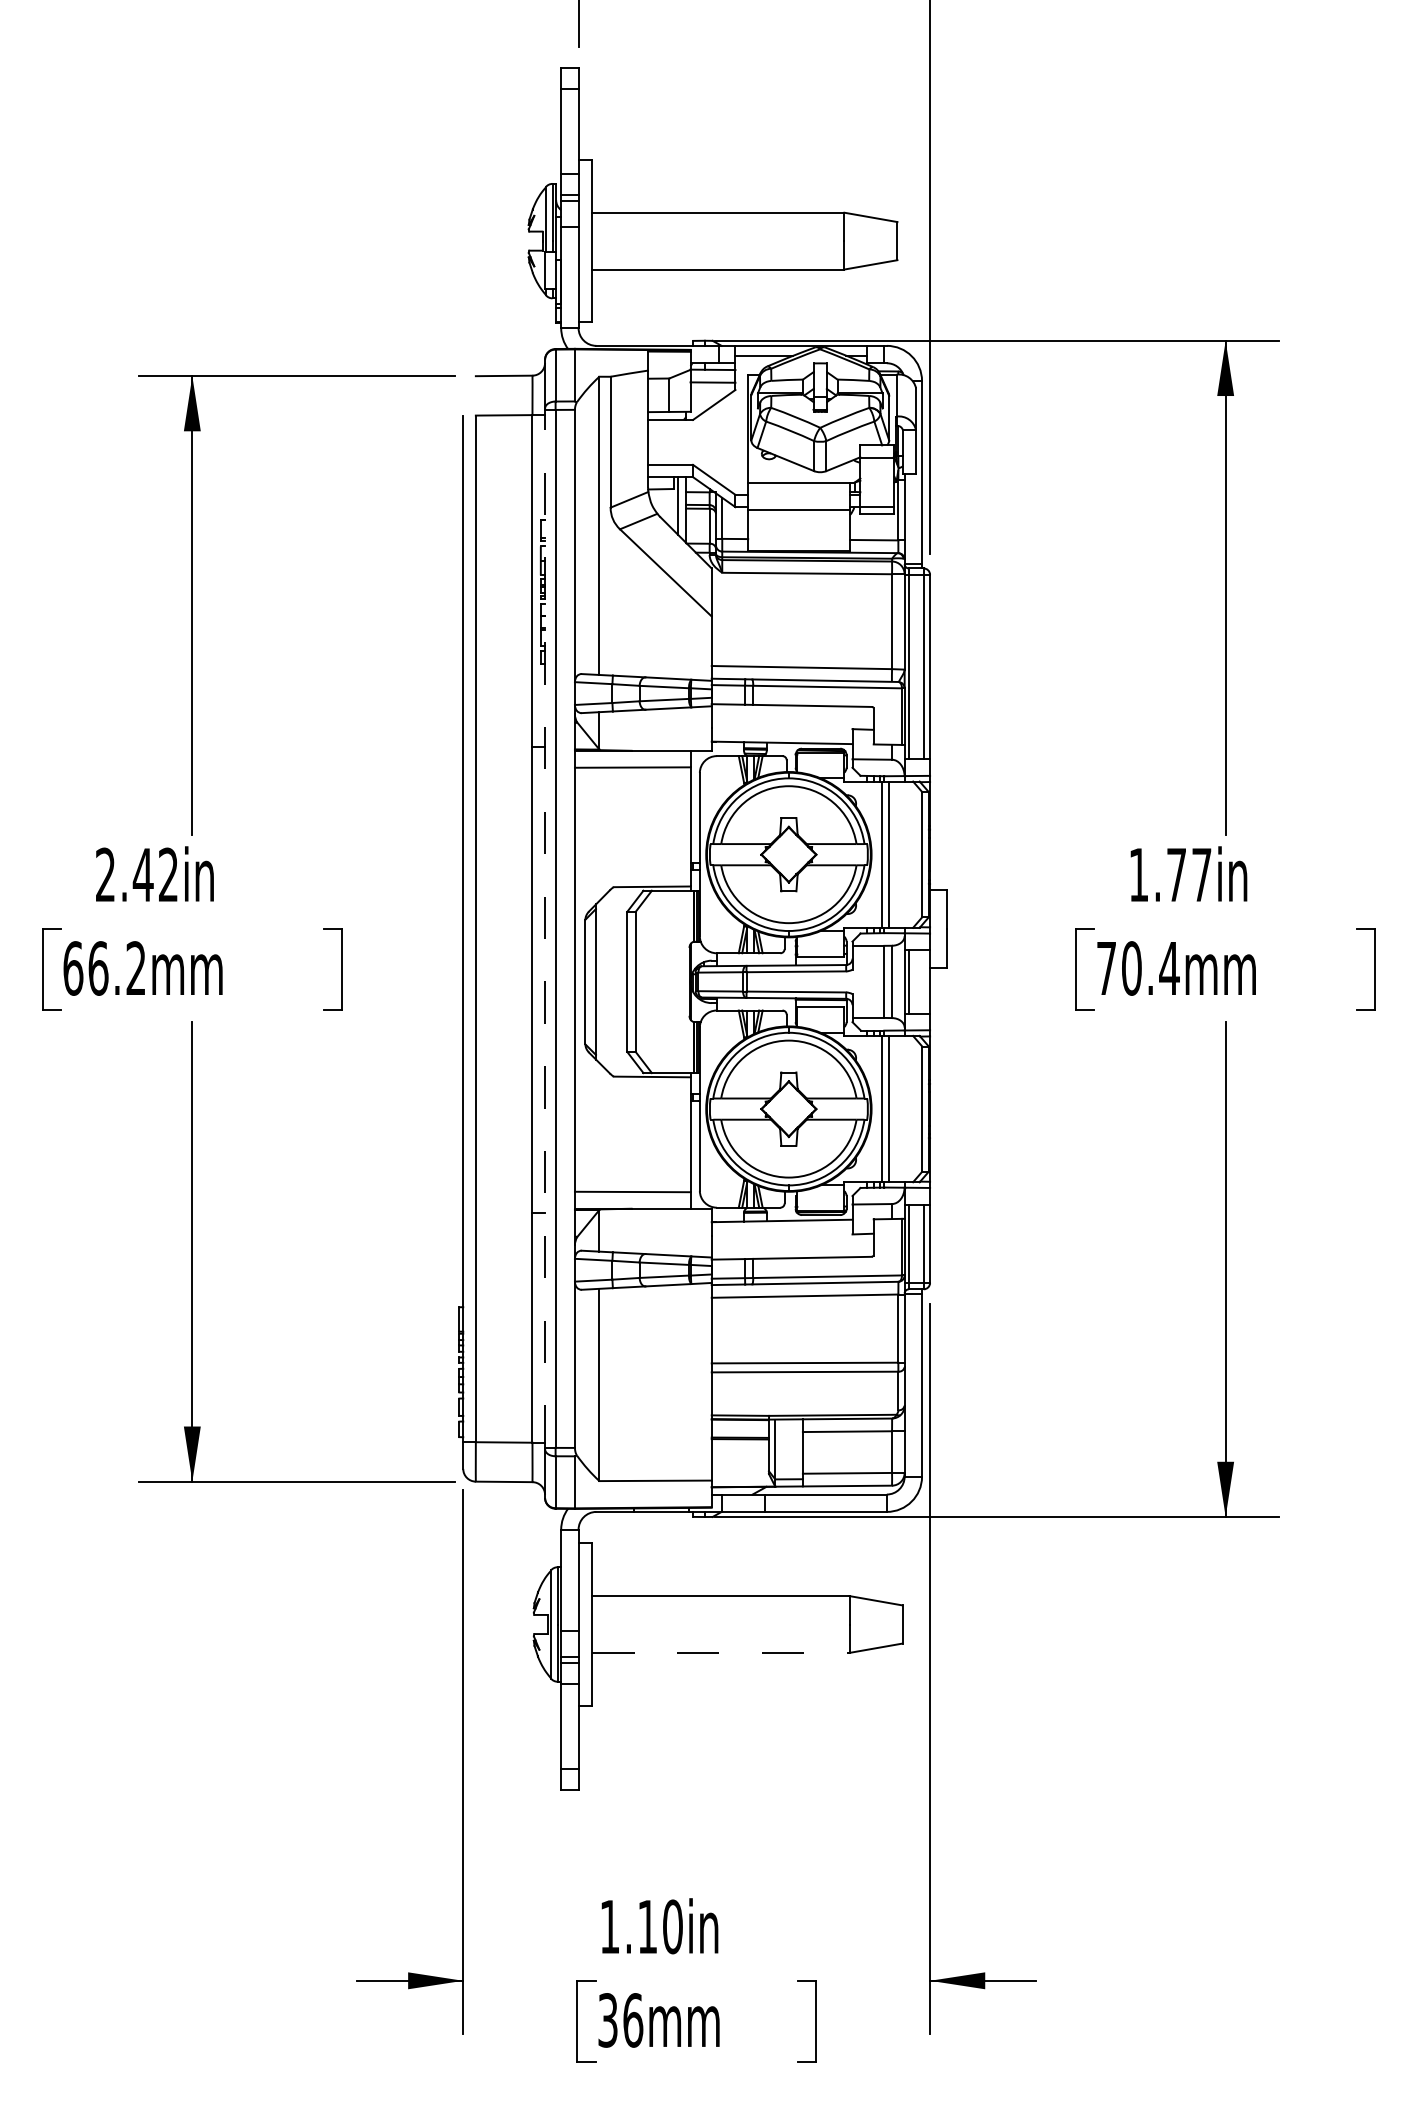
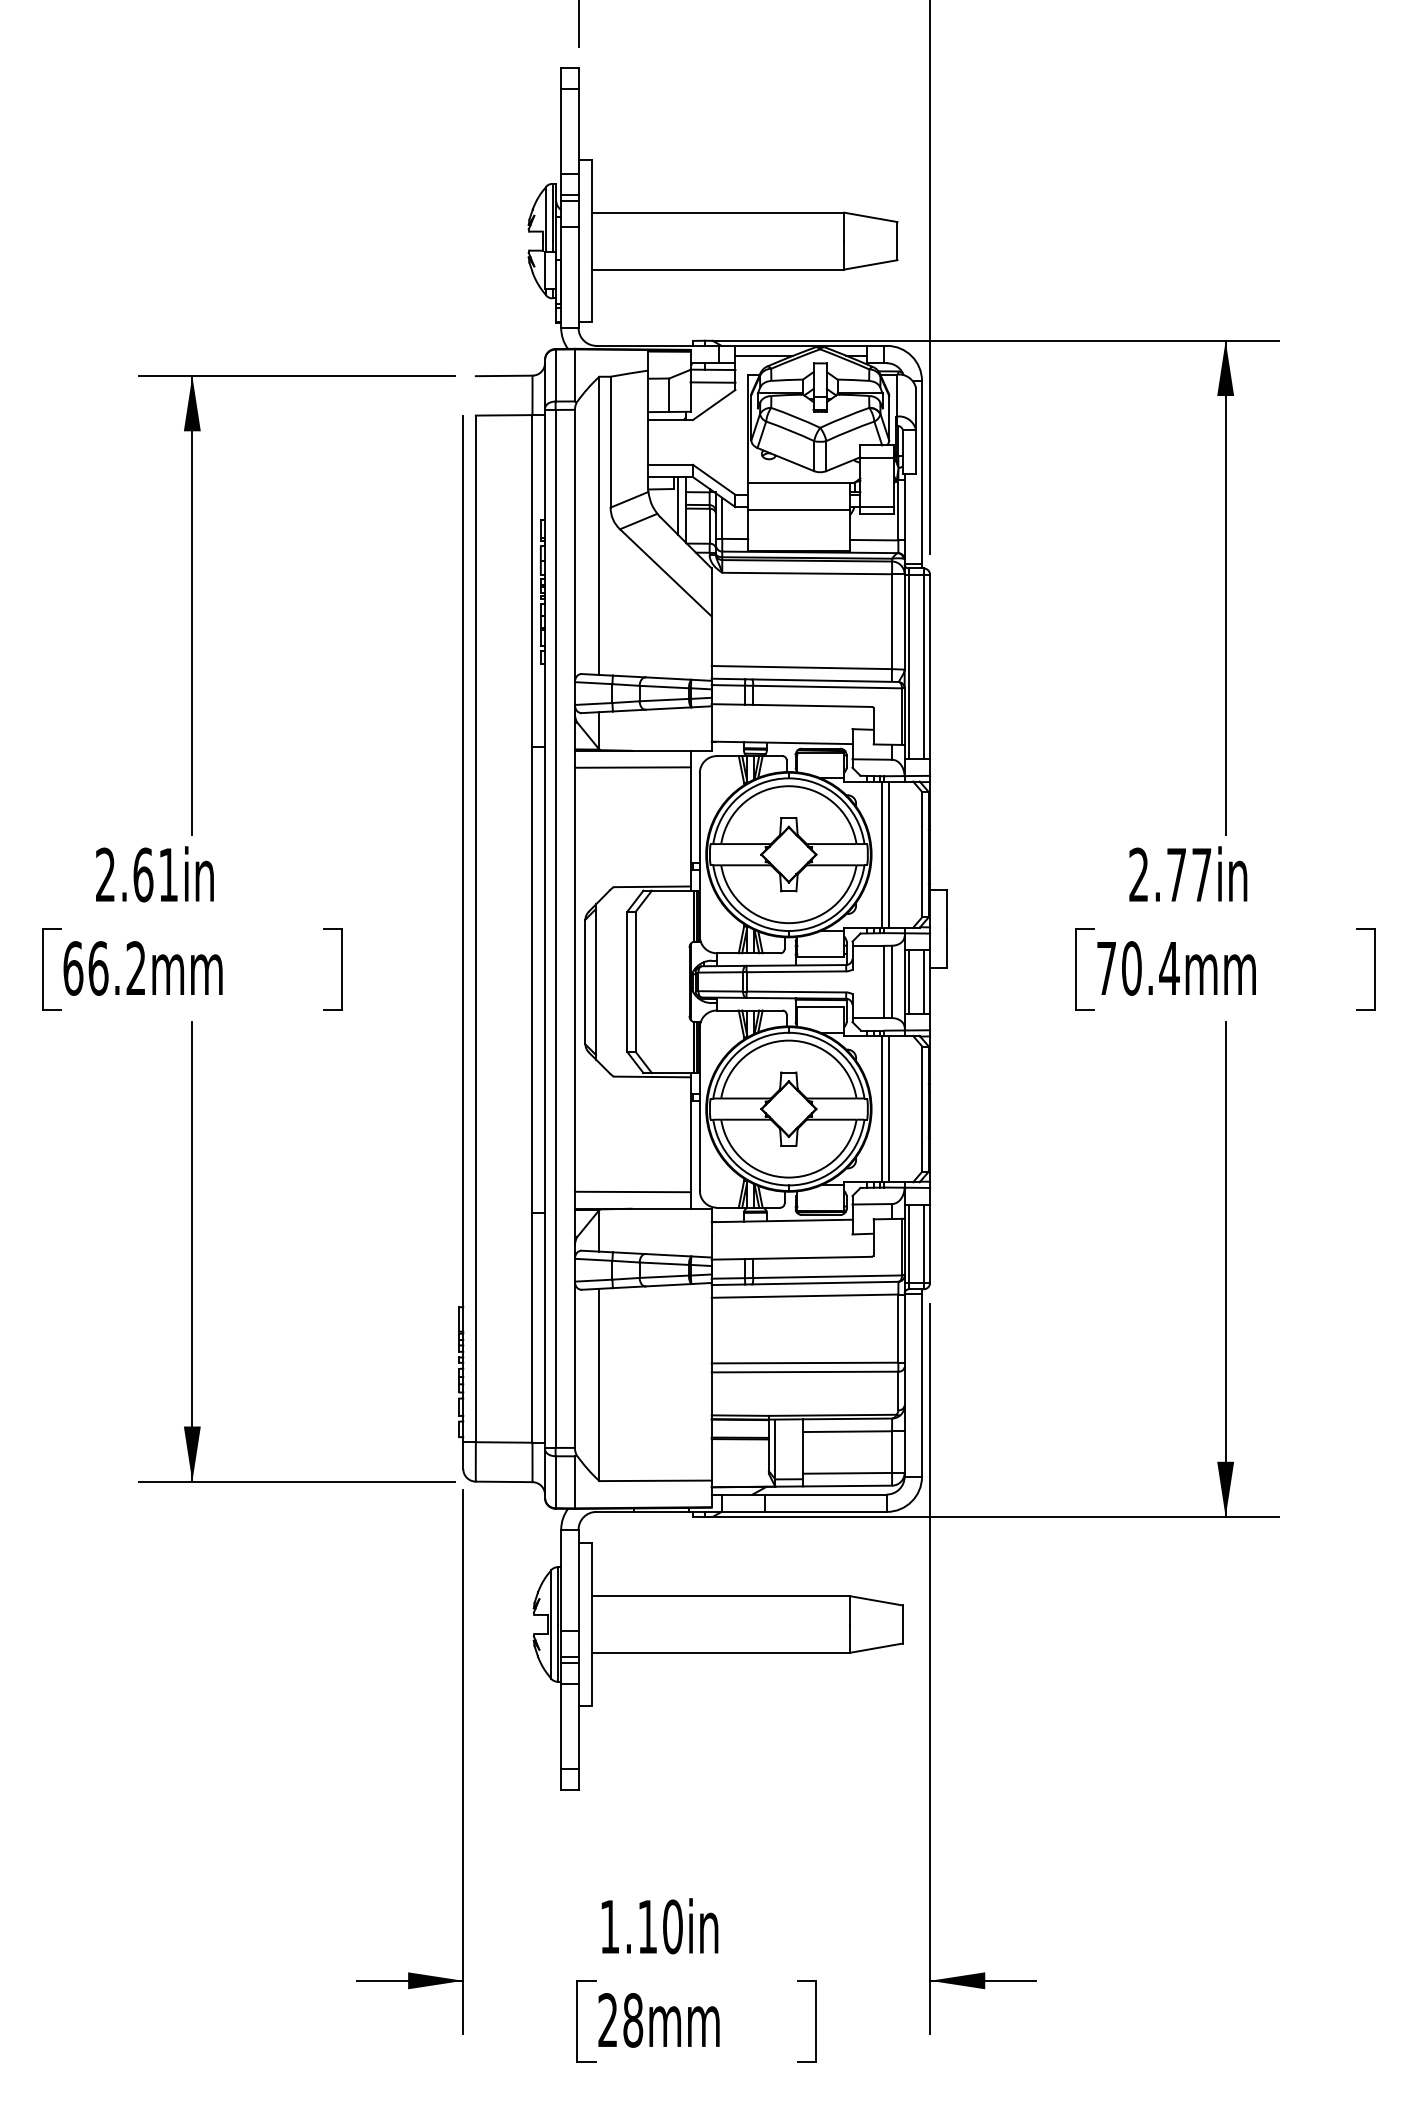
text at (154, 874): 2.42in -> 2.61in
text at (1138, 874): 1.77in -> 2.77in
line at (545, 928): dashed -> solid
line at (923, 981): none -> present
line at (720, 1652): dashed -> solid
text at (620, 2020): 36mm -> 28mm
